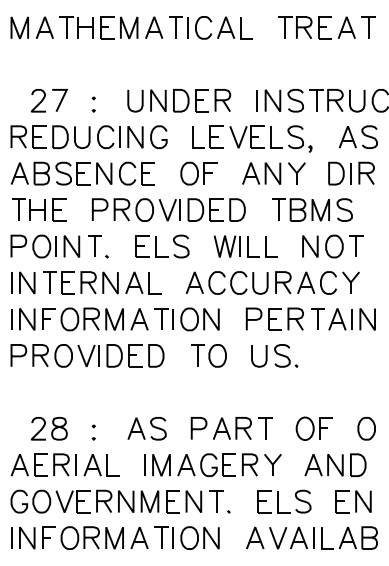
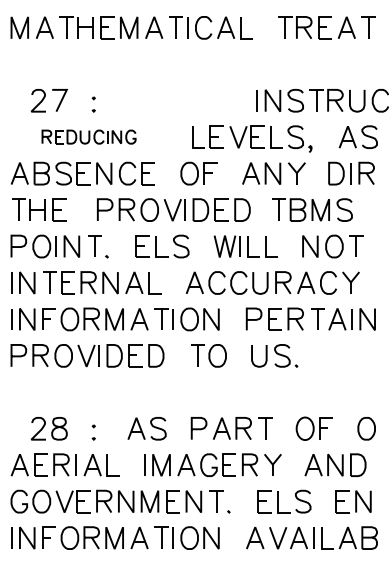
part at (179, 100): present -> none
part at (88, 136) size: 158x24 px -> 96x16 px
part at (168, 209) position: (168, 209) -> (173, 209)
